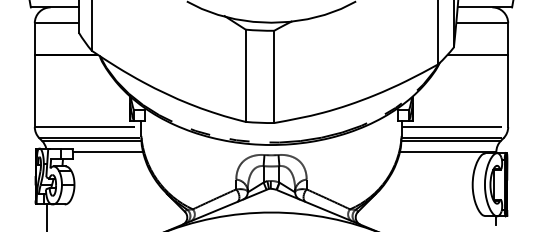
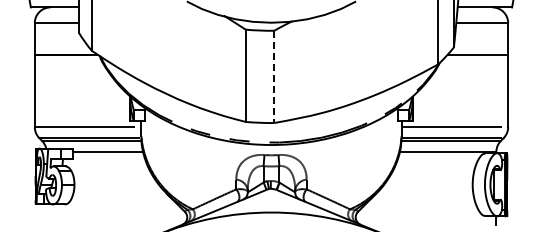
line at (274, 77): solid -> dashed
line at (46, 215): present -> none
